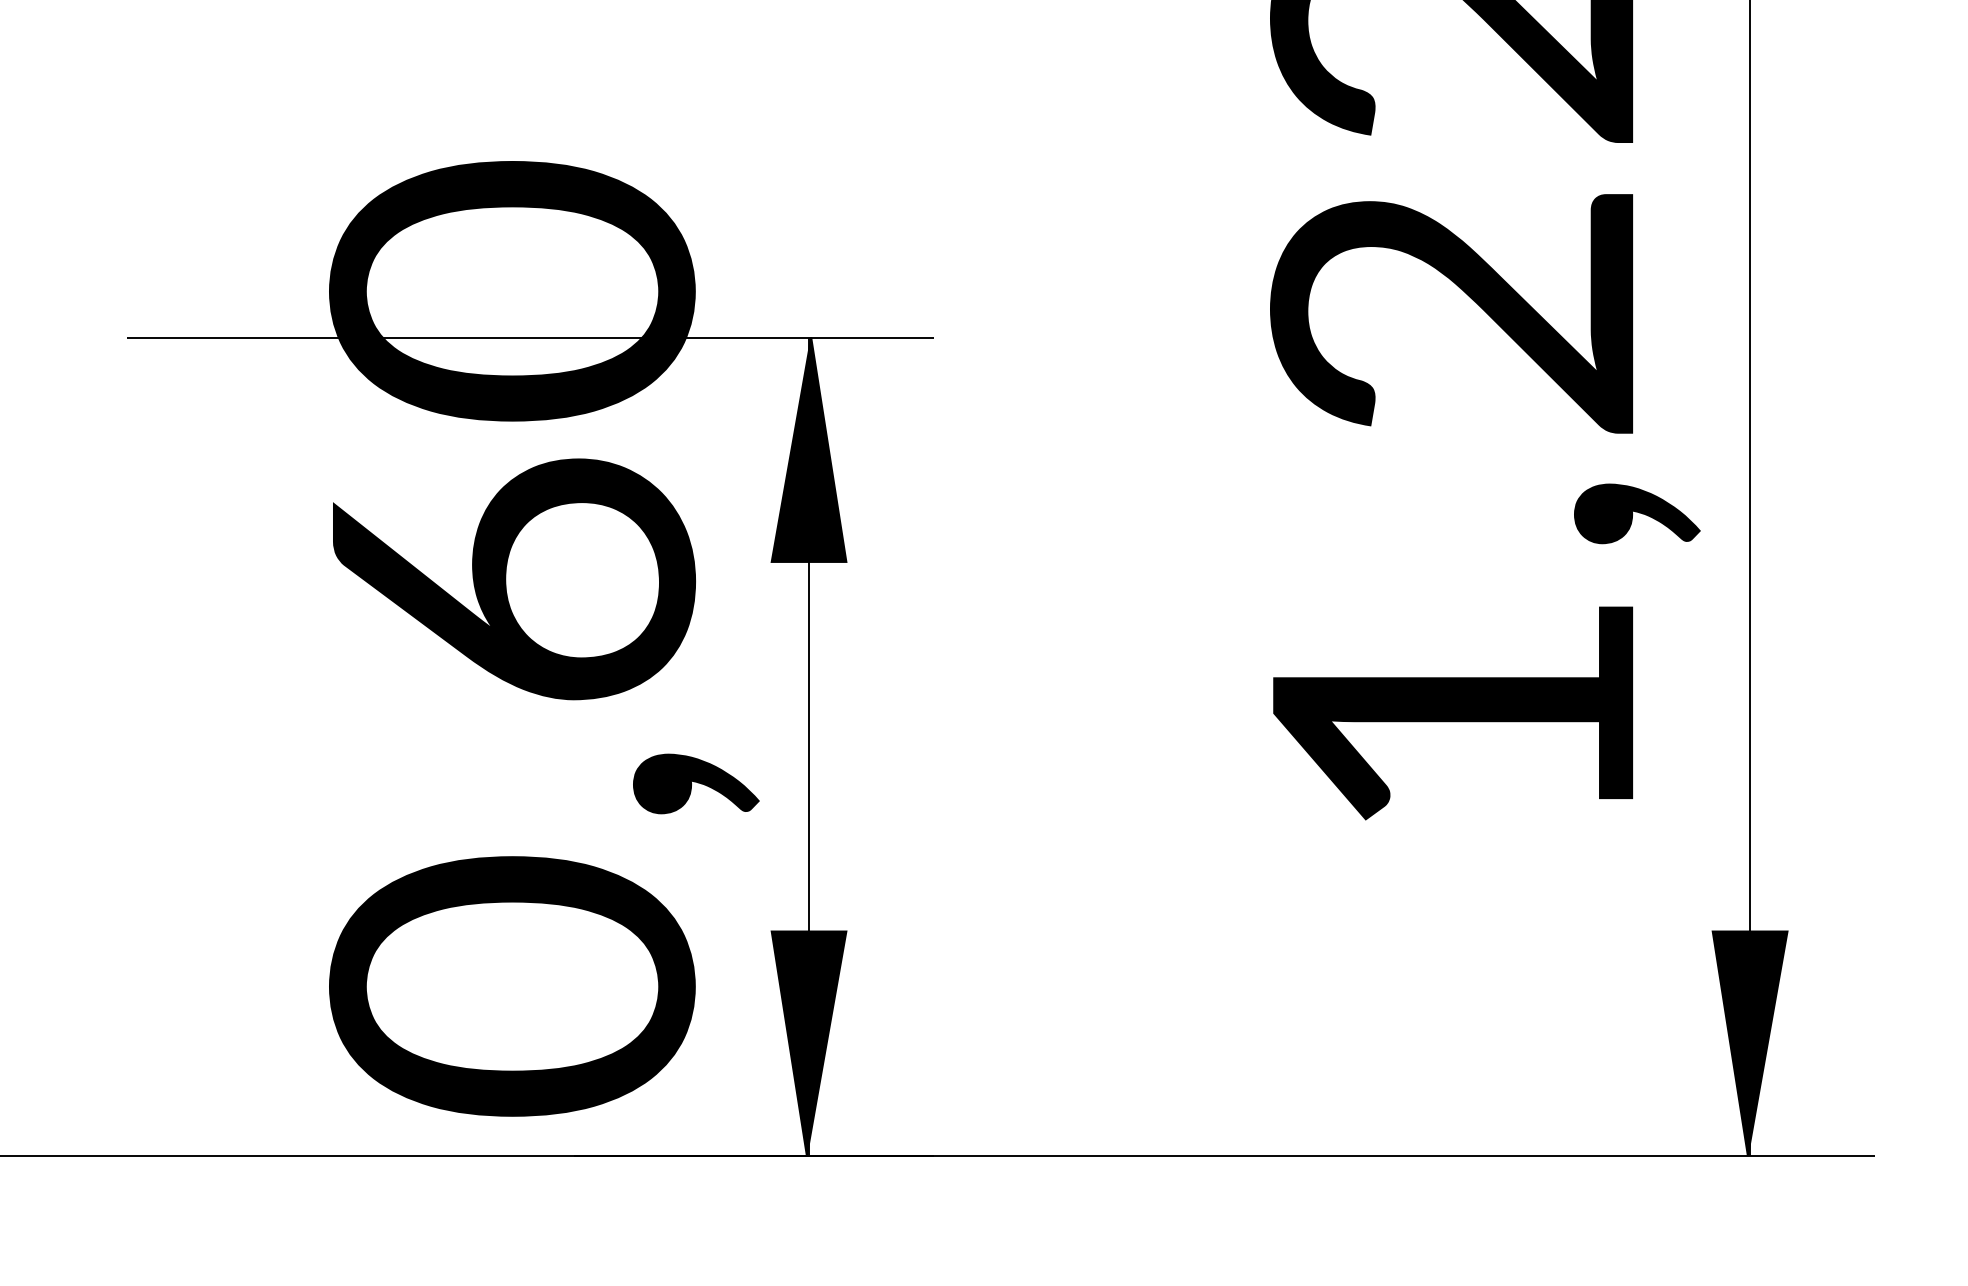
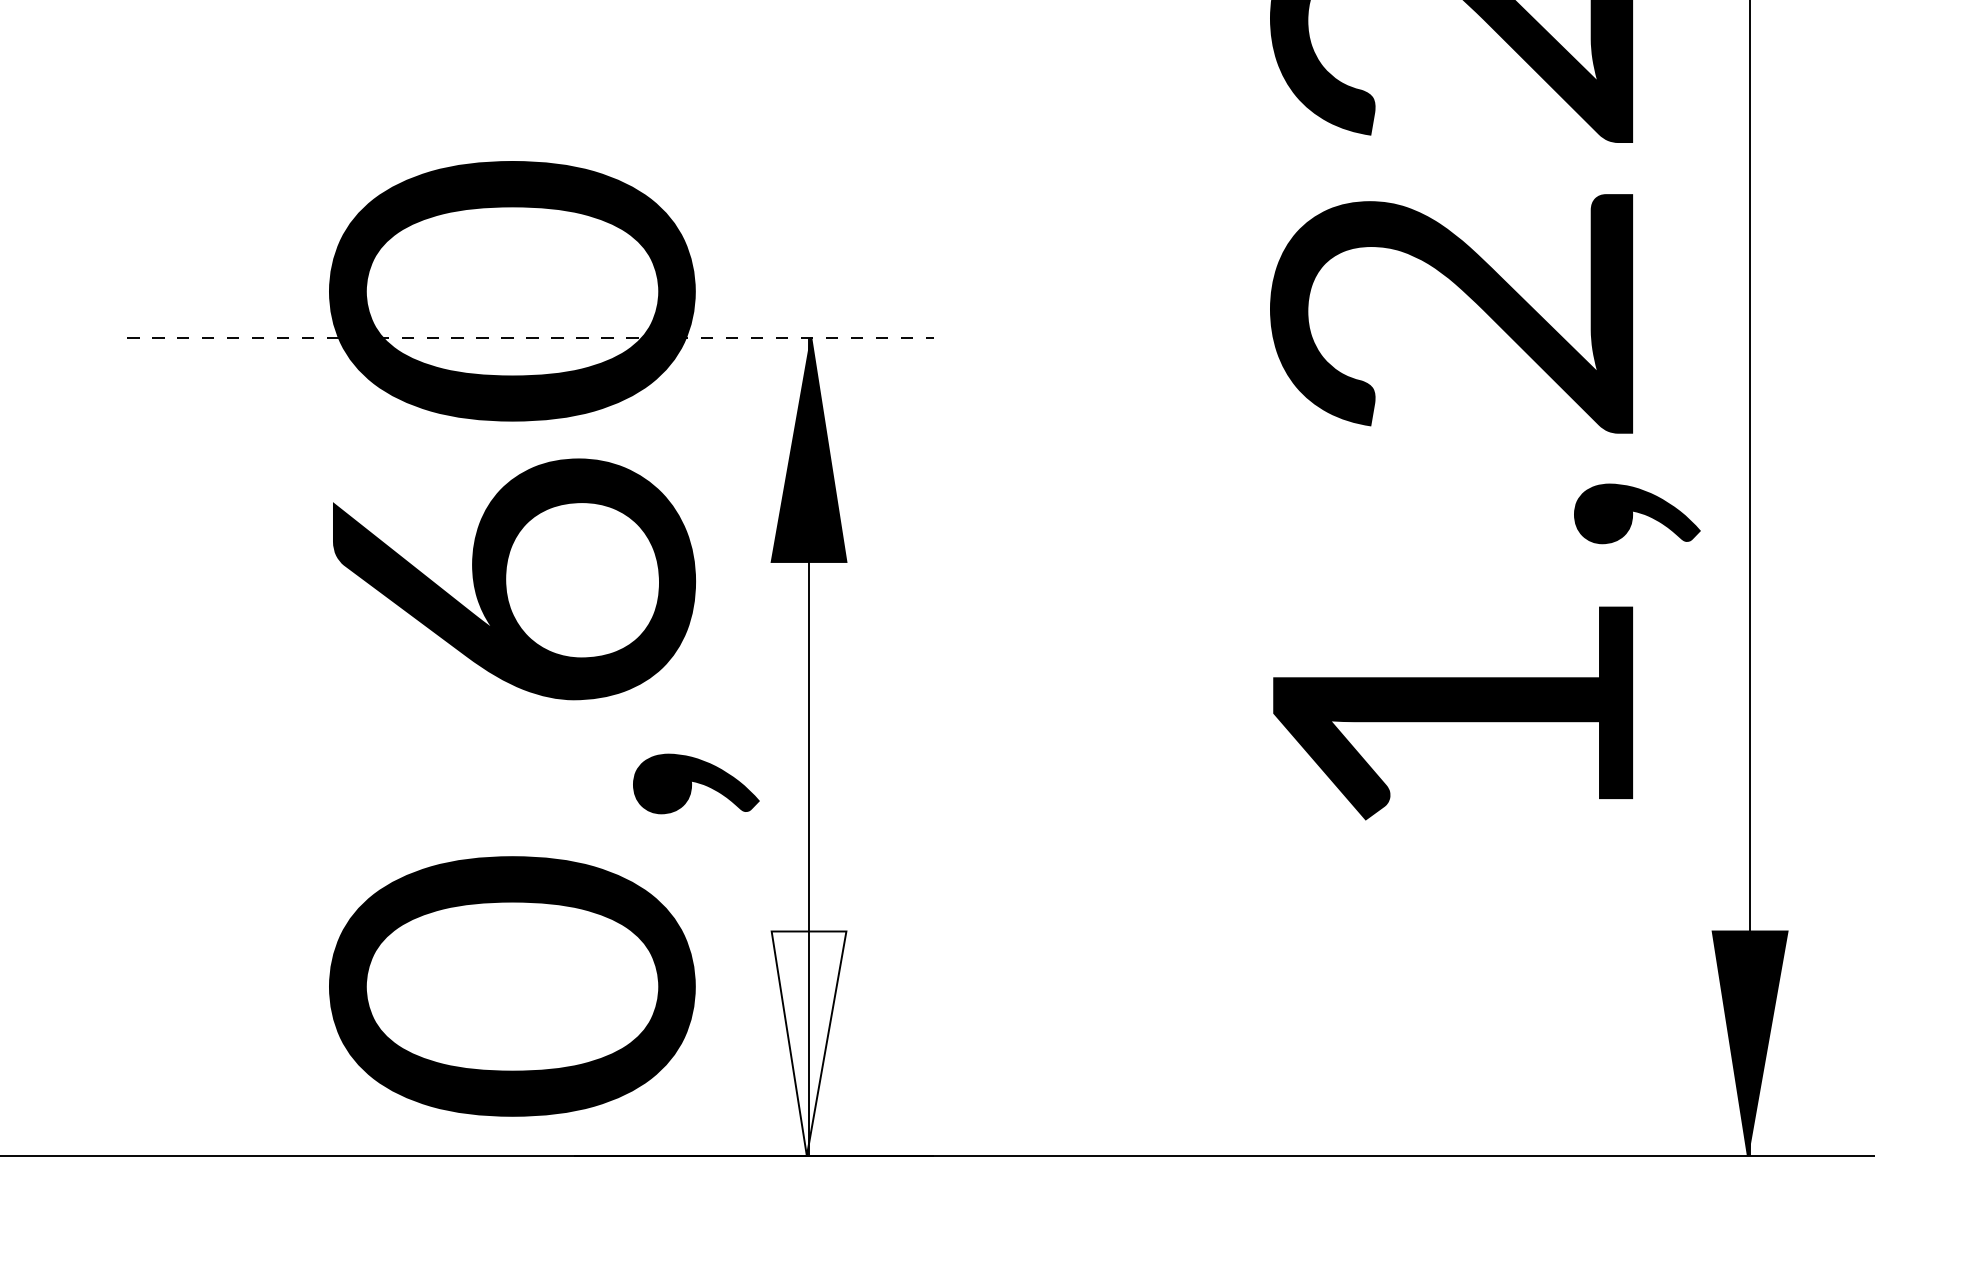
line at (530, 337): solid -> dashed
fill at (808, 1043): present -> none
